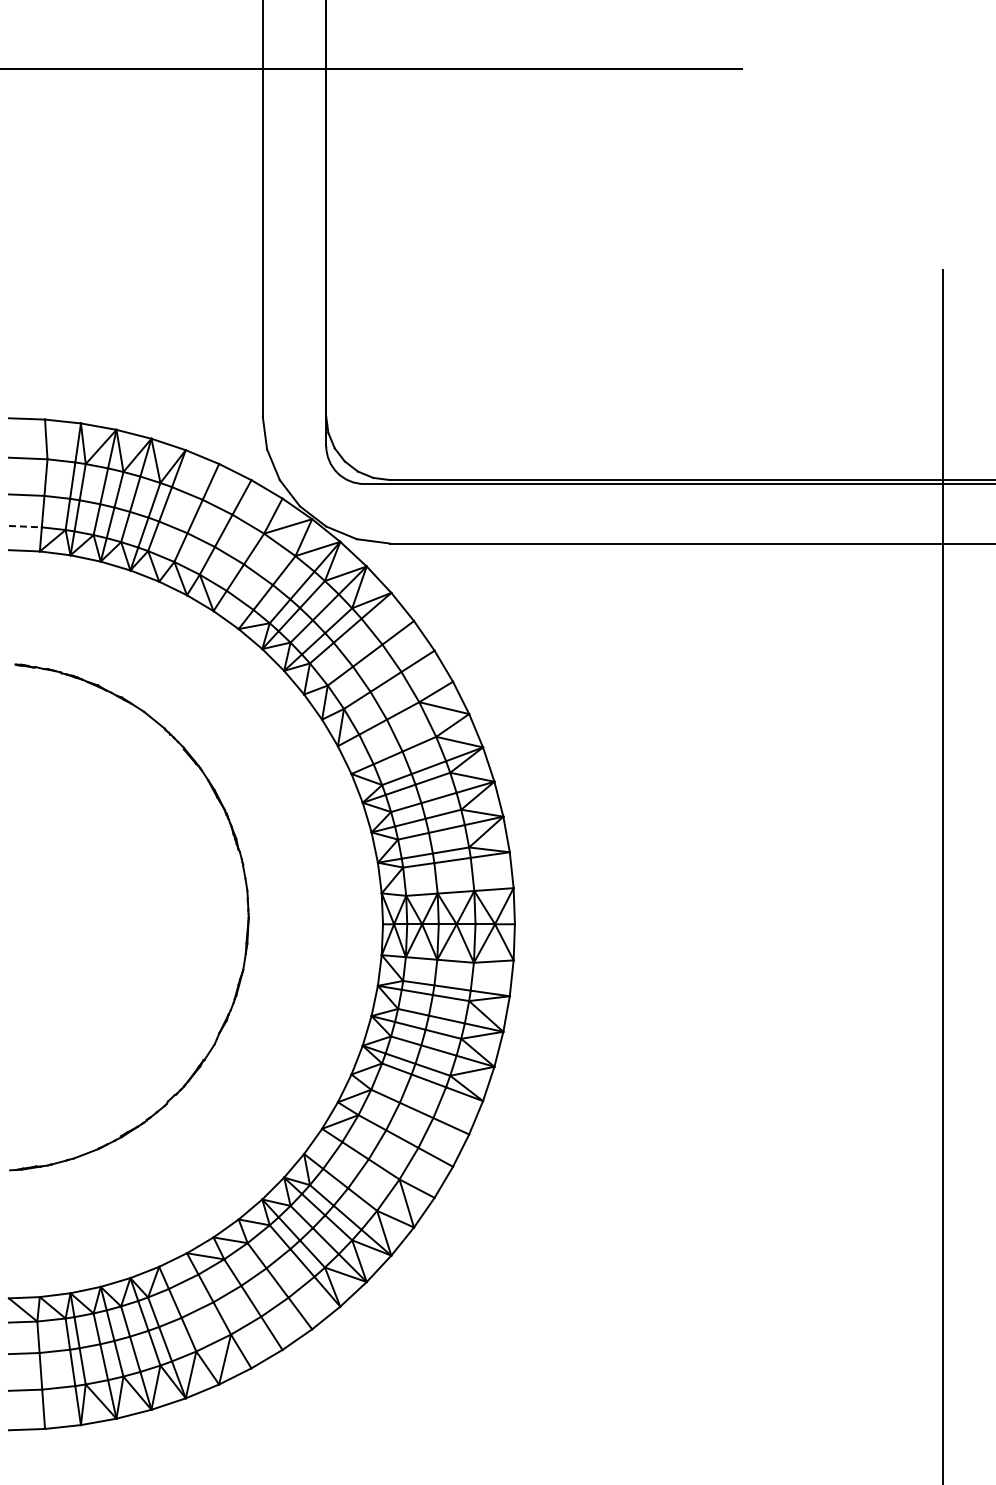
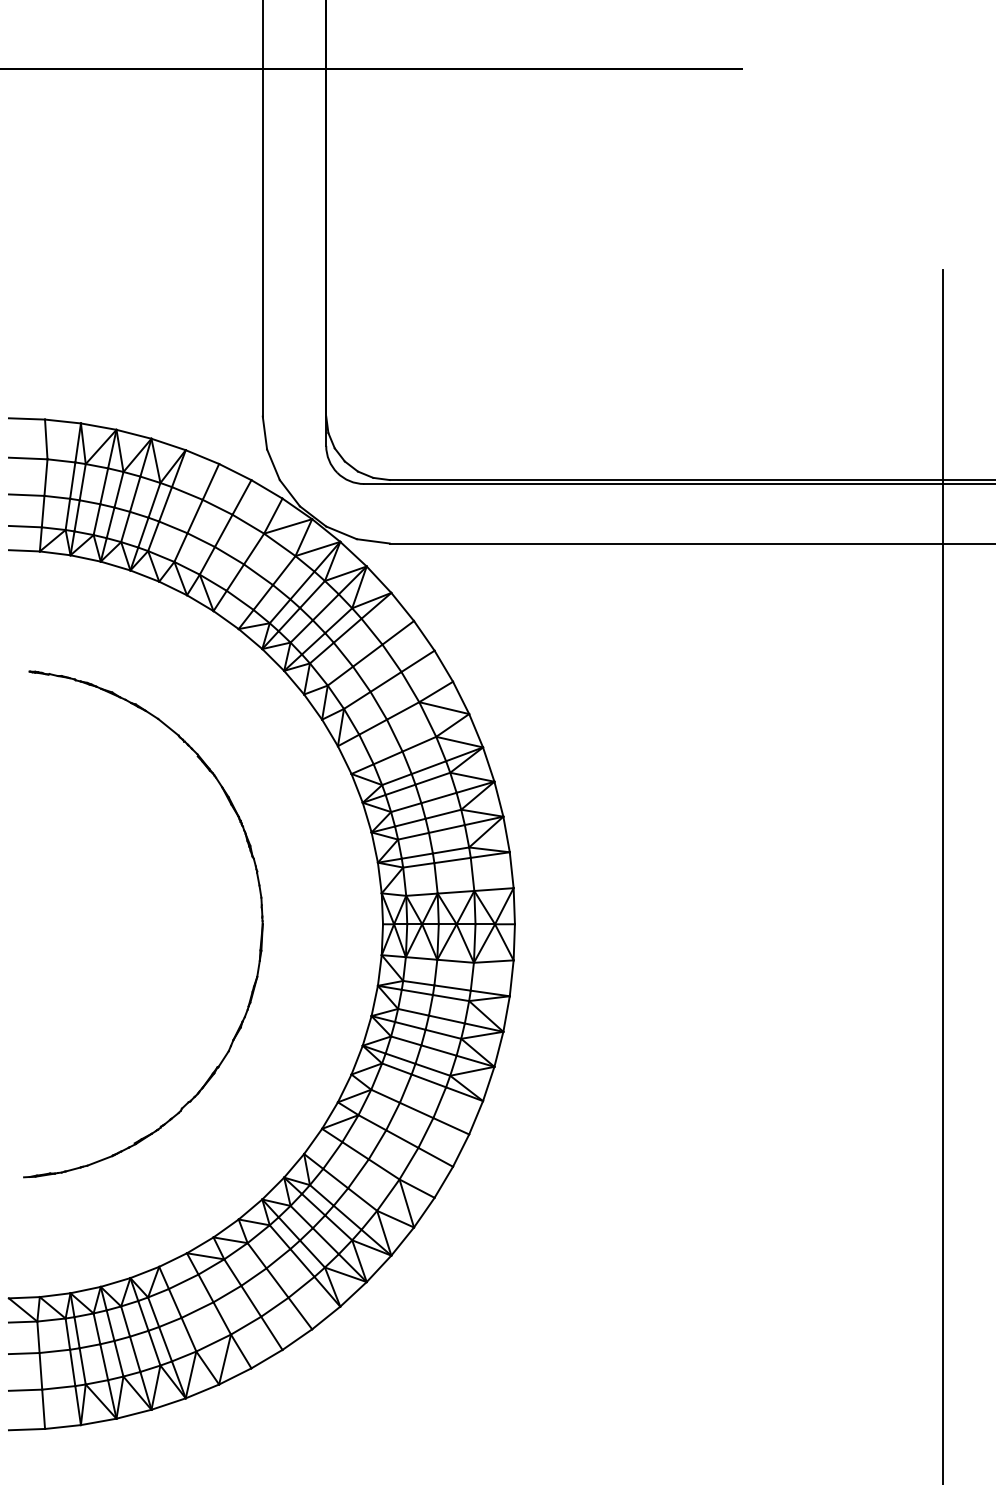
line at (25, 526): dashed -> solid
part at (246, 928) position: (246, 928) -> (260, 935)
